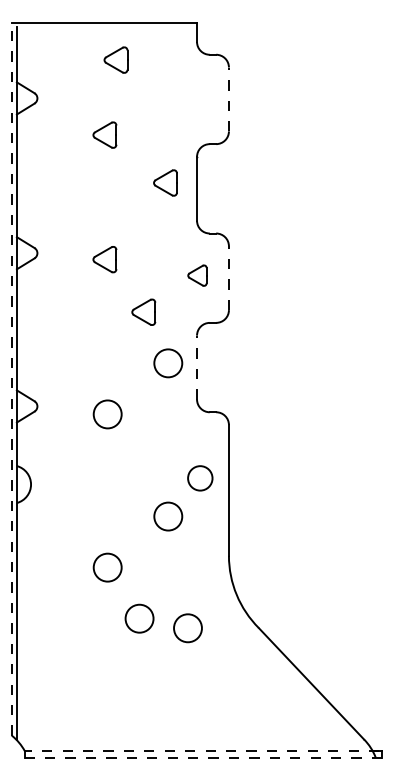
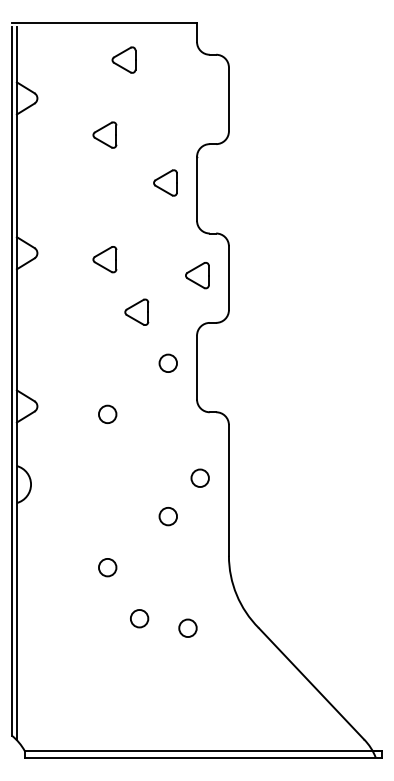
part at (115, 59) position: (115, 59) -> (123, 59)
line at (228, 99): dashed -> solid
part at (197, 275) size: 21x23 px -> 25x28 px
line at (228, 278): dashed -> solid
part at (143, 311) position: (143, 311) -> (136, 311)
circle at (168, 363) diameter: 28 px -> 17 px
line at (197, 367): dashed -> solid
line at (11, 381): dashed -> solid
circle at (107, 414) diameter: 28 px -> 17 px
circle at (200, 478) size: 27x27 px -> 20x20 px
circle at (168, 516) diameter: 28 px -> 17 px
circle at (107, 567) diameter: 28 px -> 17 px
circle at (139, 618) diameter: 28 px -> 17 px
circle at (187, 628) diameter: 28 px -> 17 px
line at (201, 751): dashed -> solid
line at (203, 757): dashed -> solid
